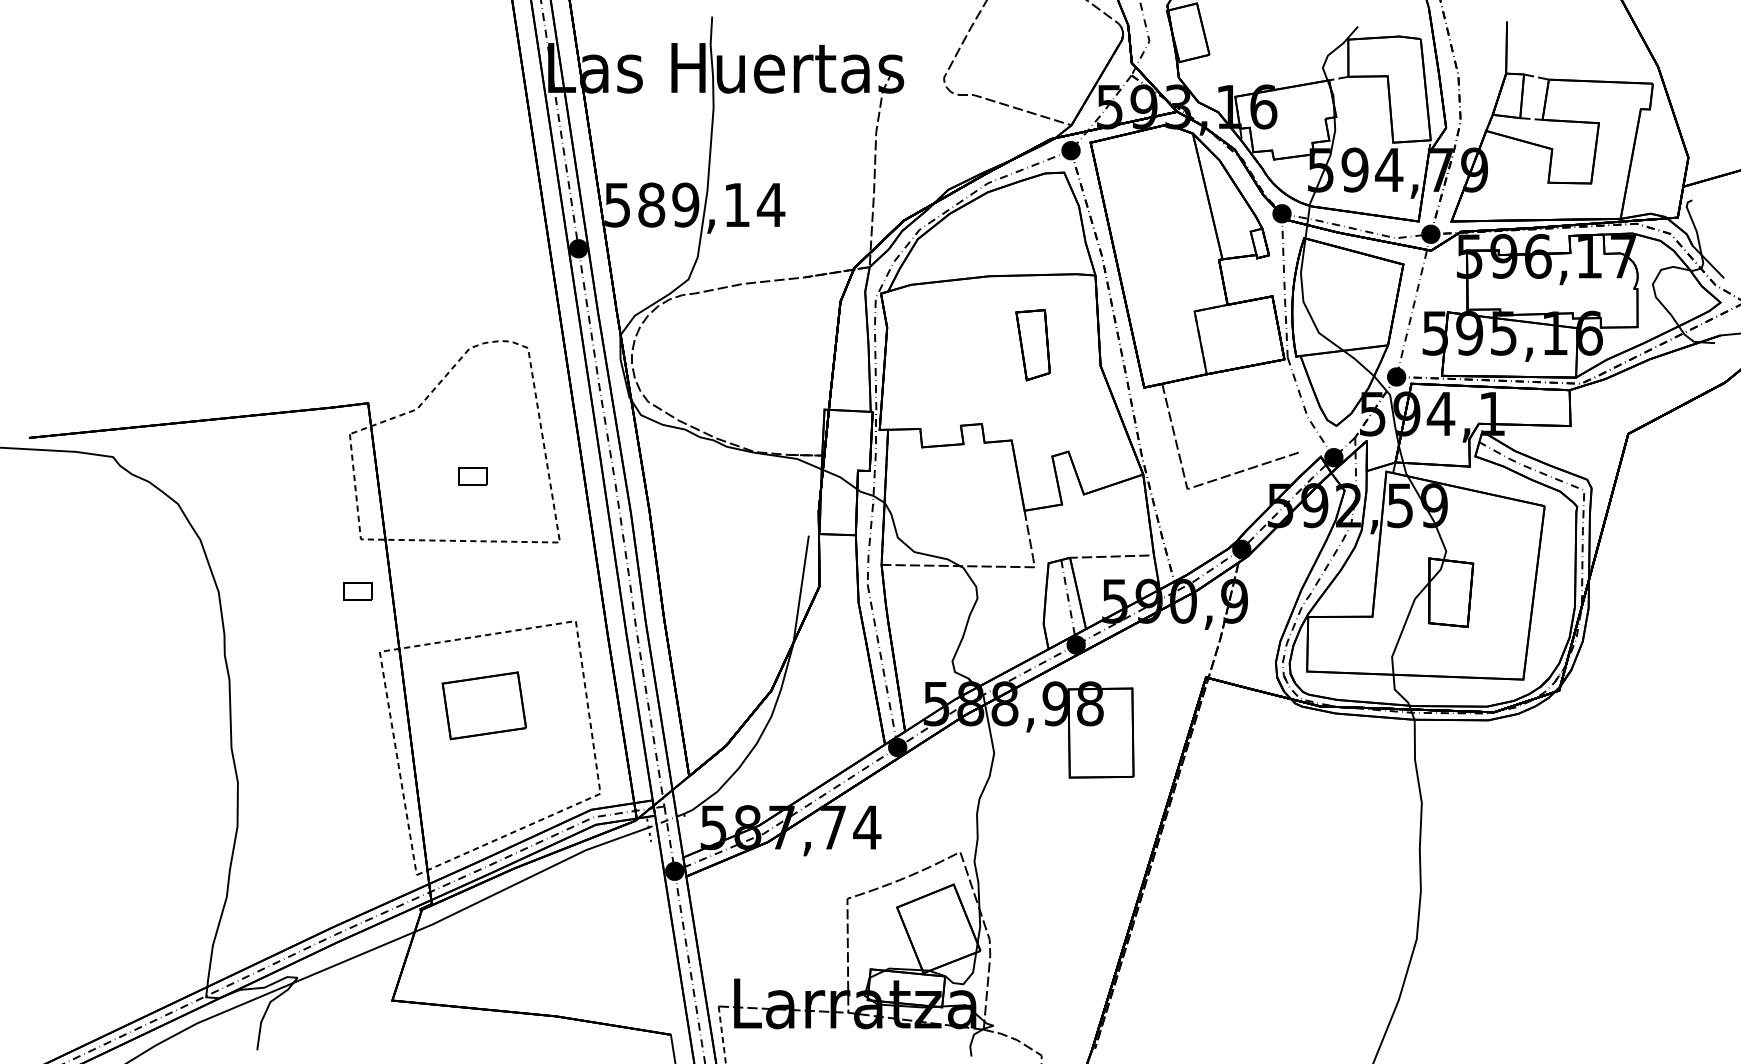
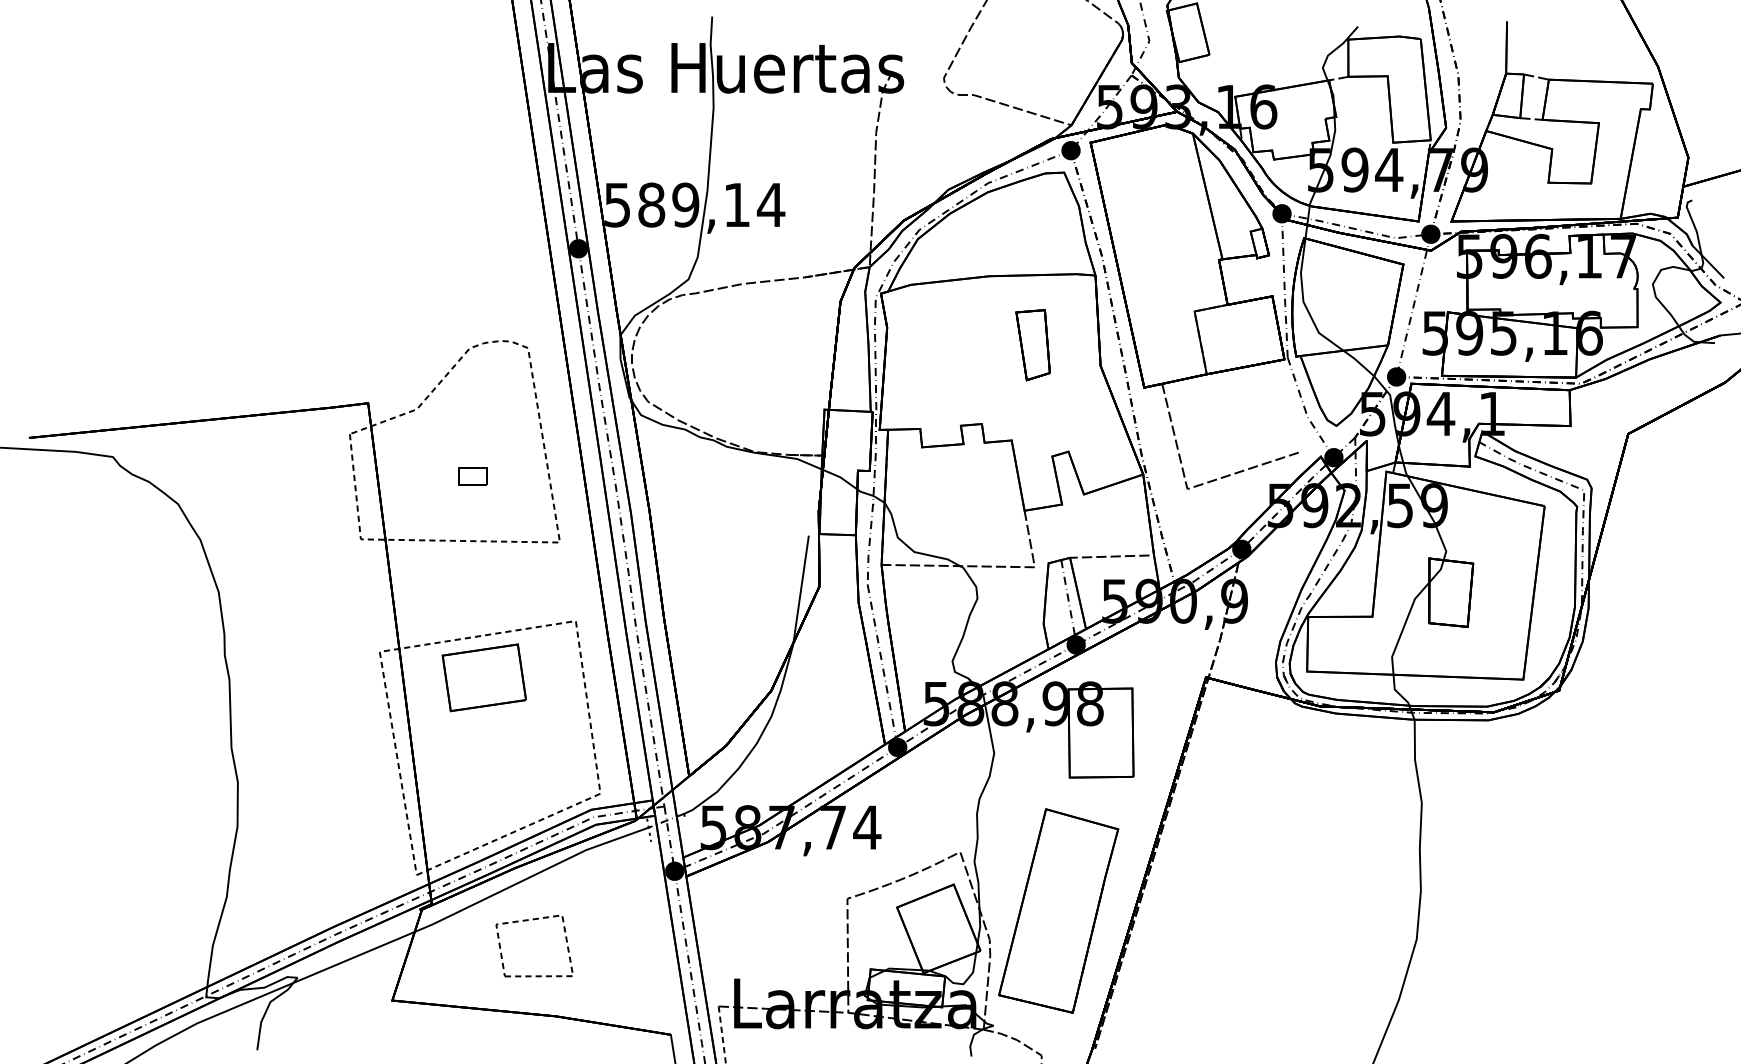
part at (357, 591): present -> none
part at (483, 705) position: (483, 705) -> (483, 677)
part at (1058, 910): none -> present
part at (527, 921): none -> present
